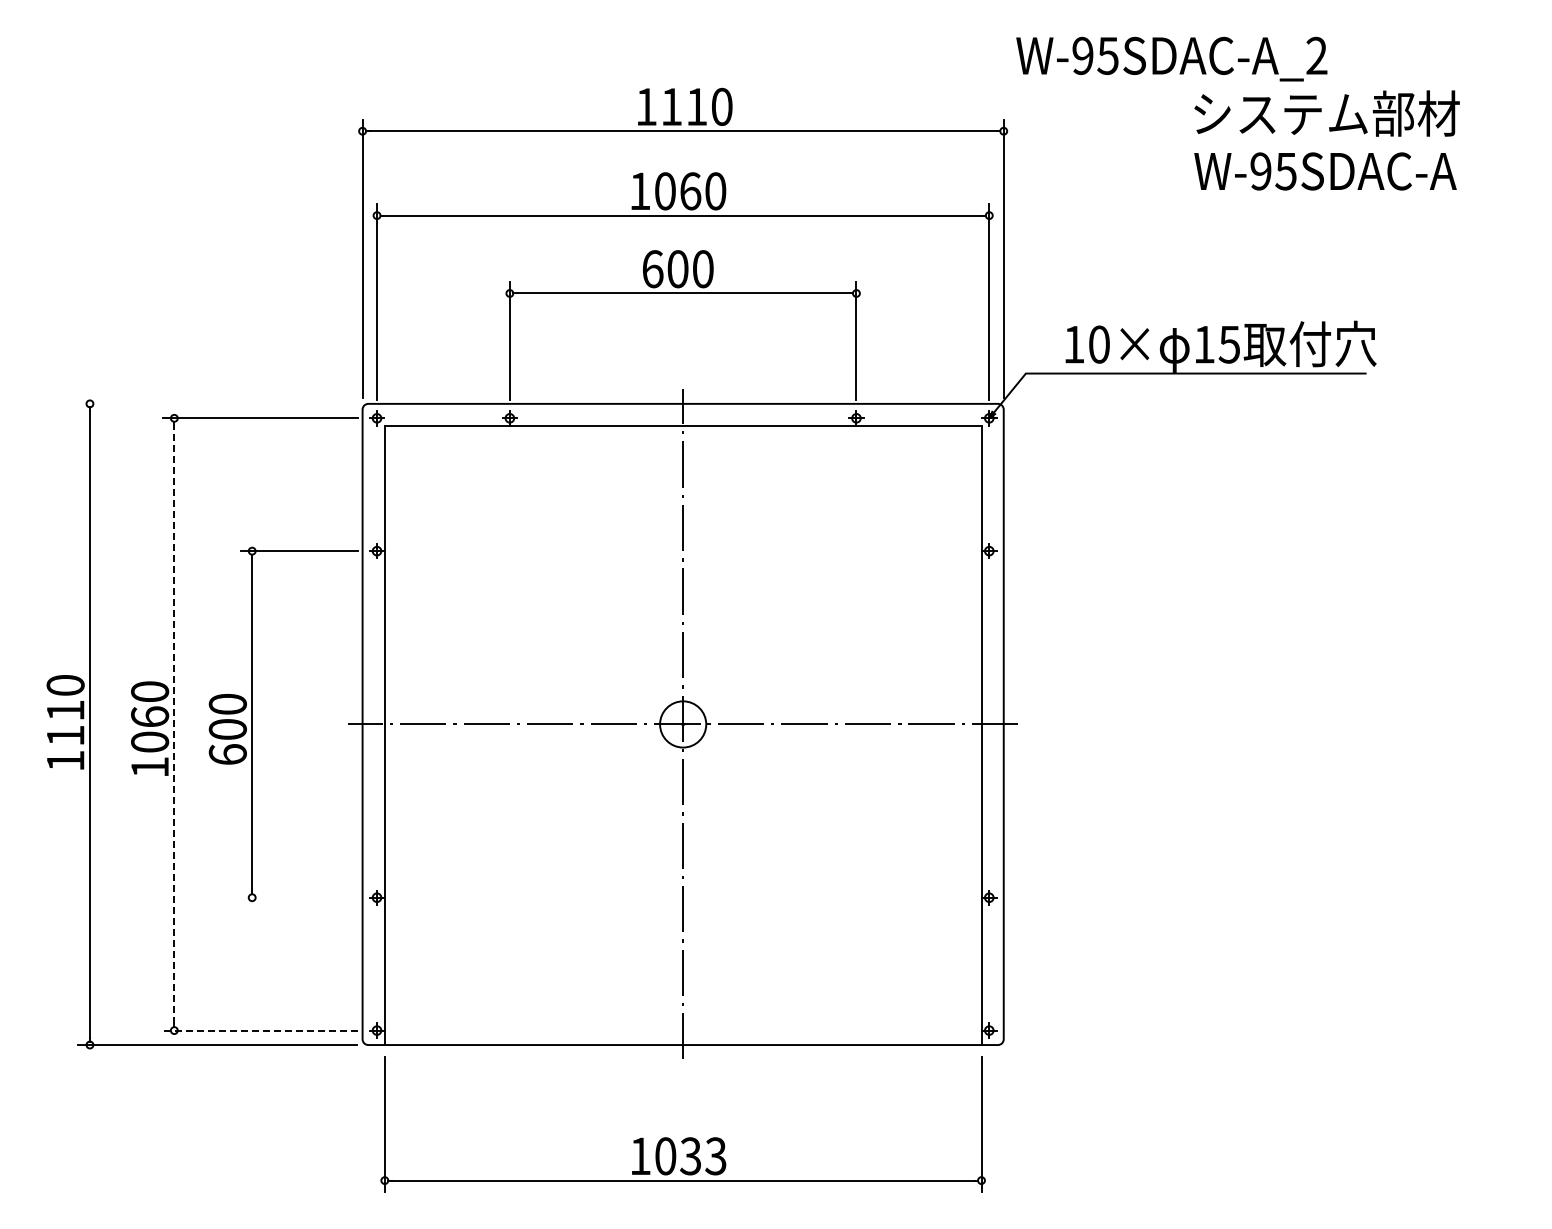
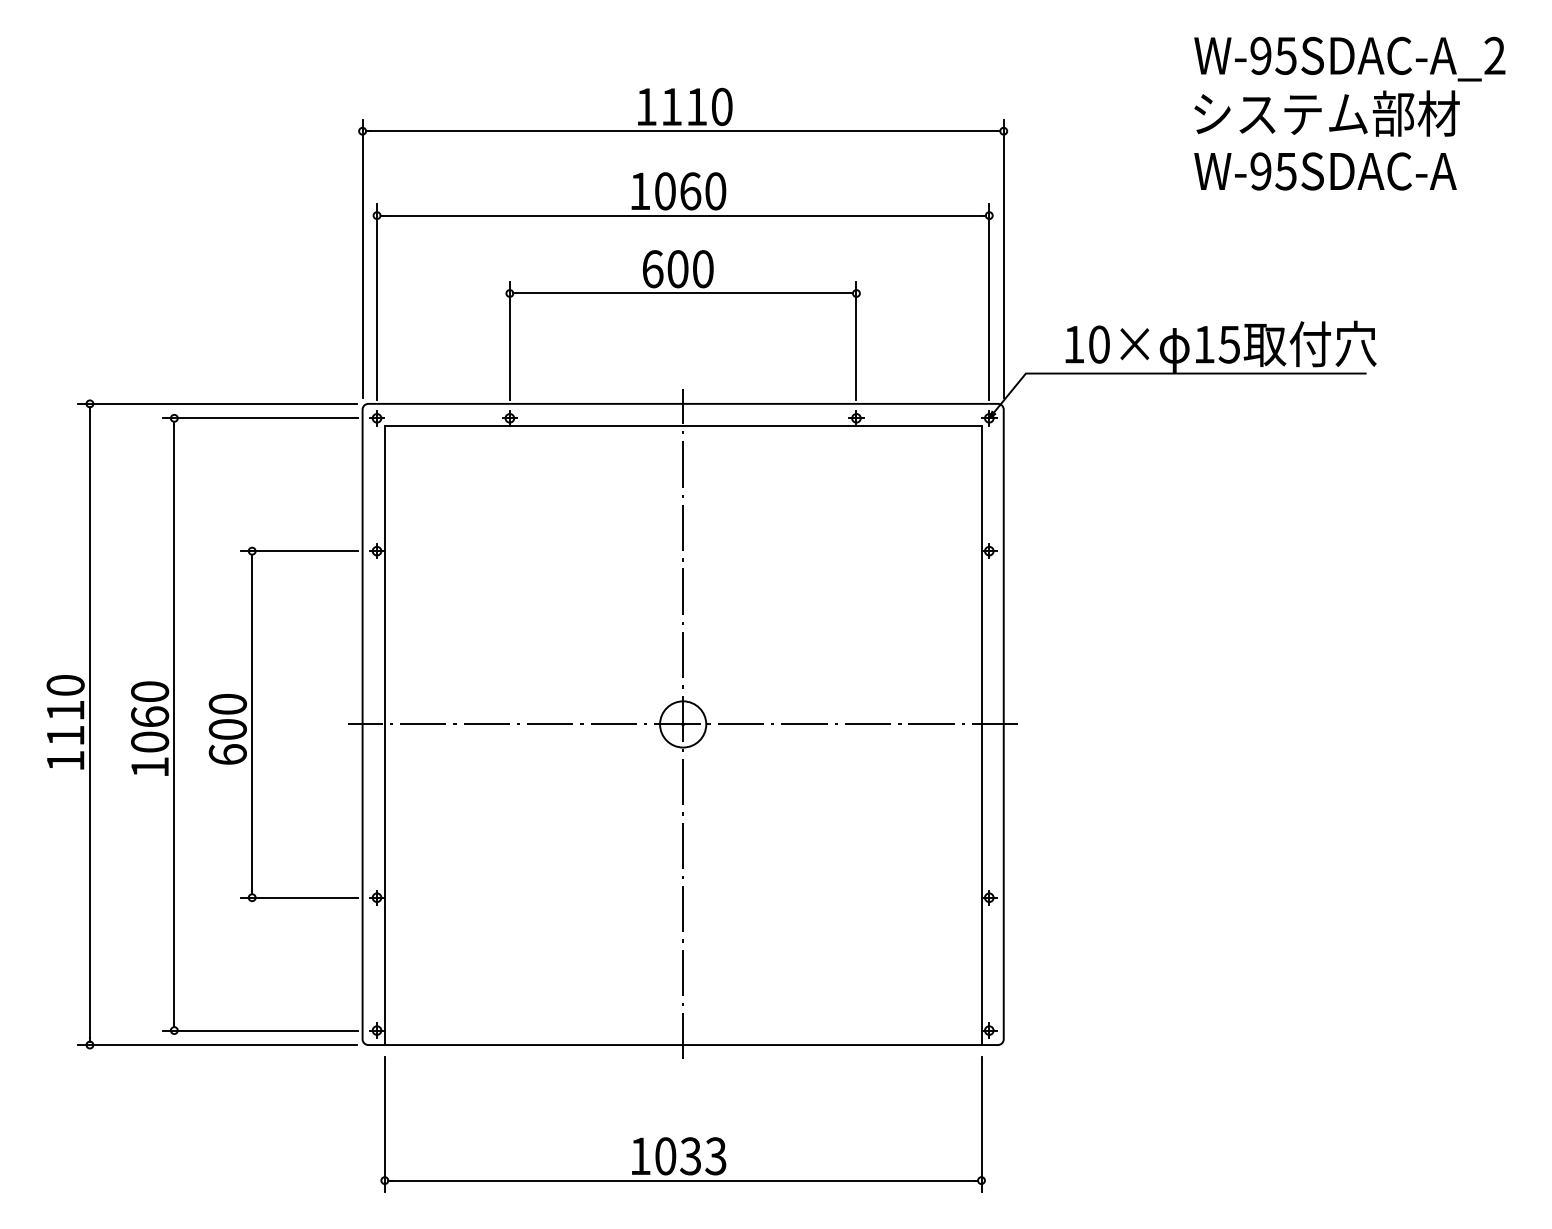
text at (1171, 58) position: (1171, 58) -> (1349, 58)
line at (217, 403): none -> present
line at (174, 723): dashed -> solid
line at (299, 897): none -> present
line at (260, 1030): dashed -> solid
